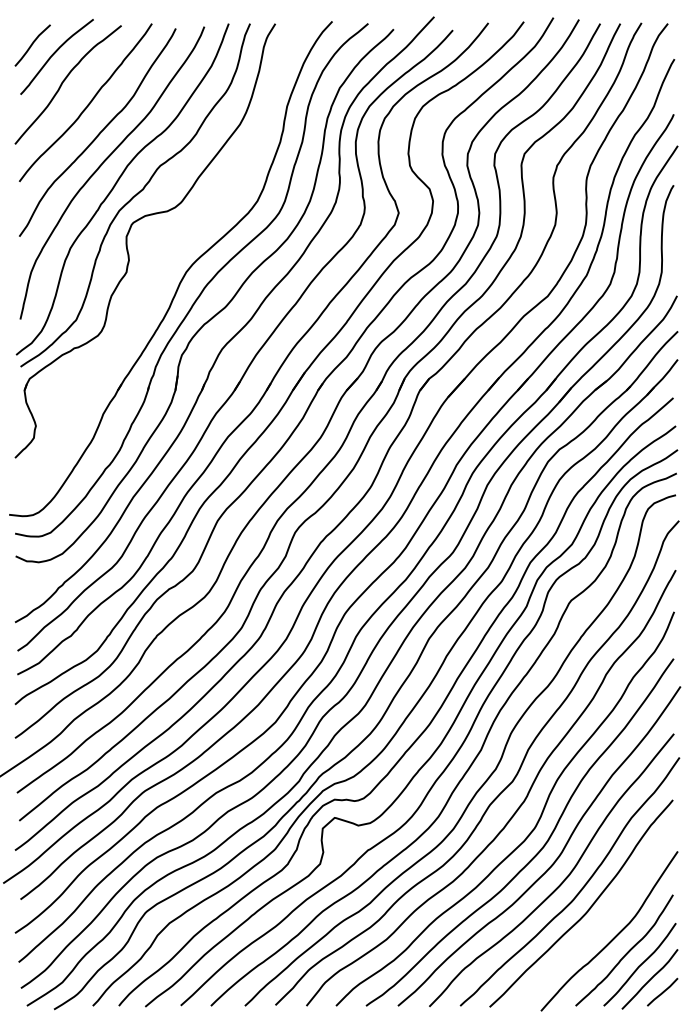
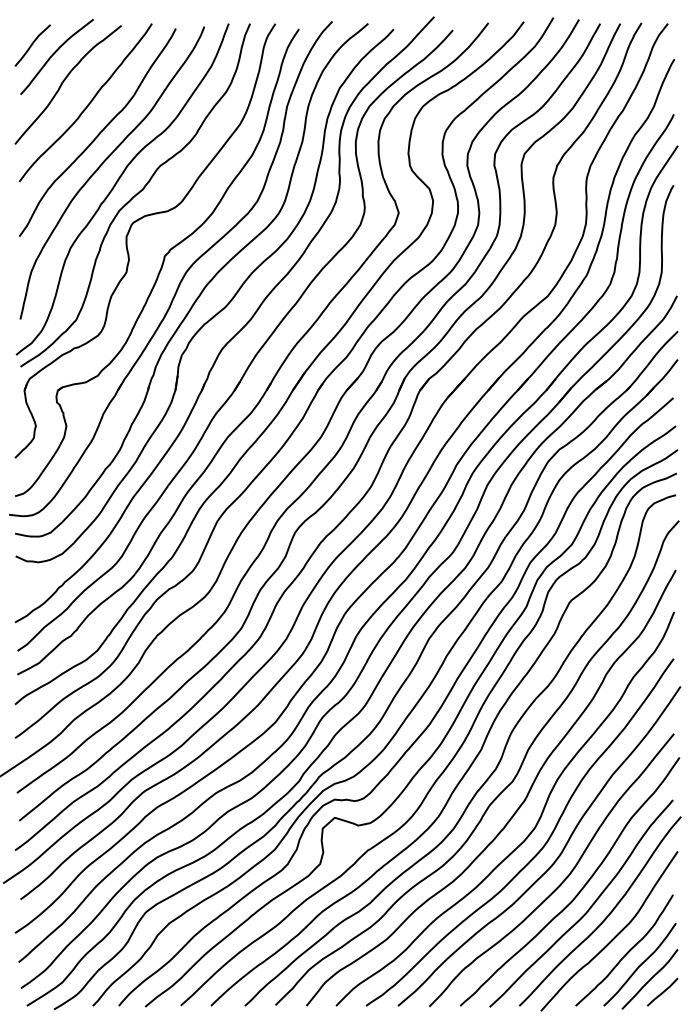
part at (157, 262): none -> present
curve at (606, 916): none -> present
